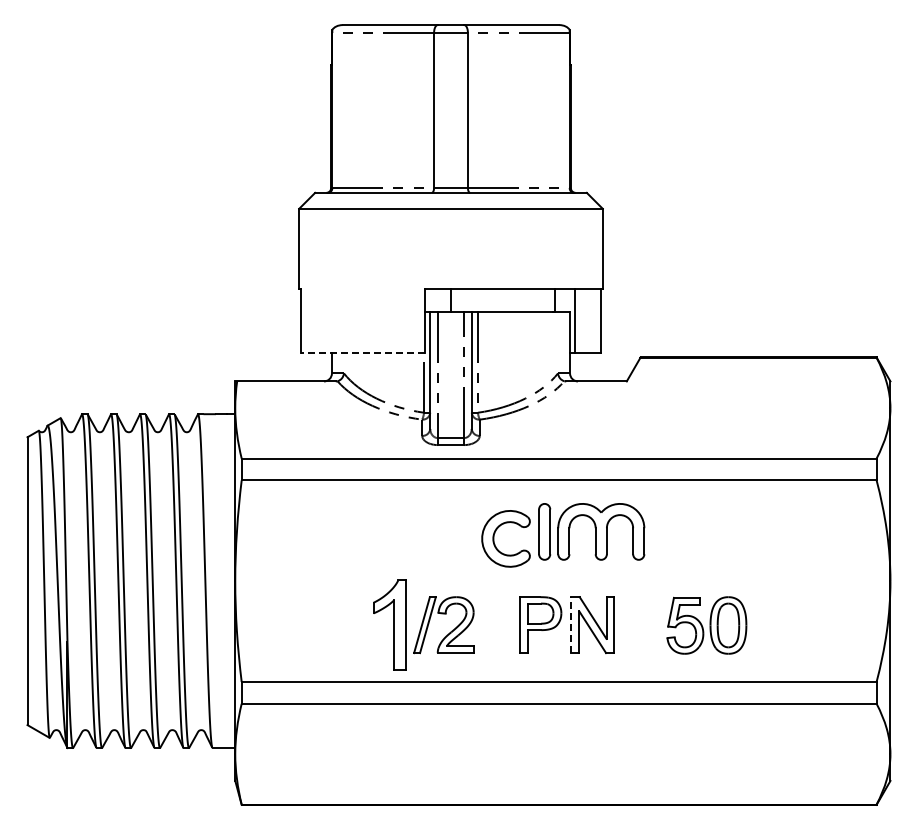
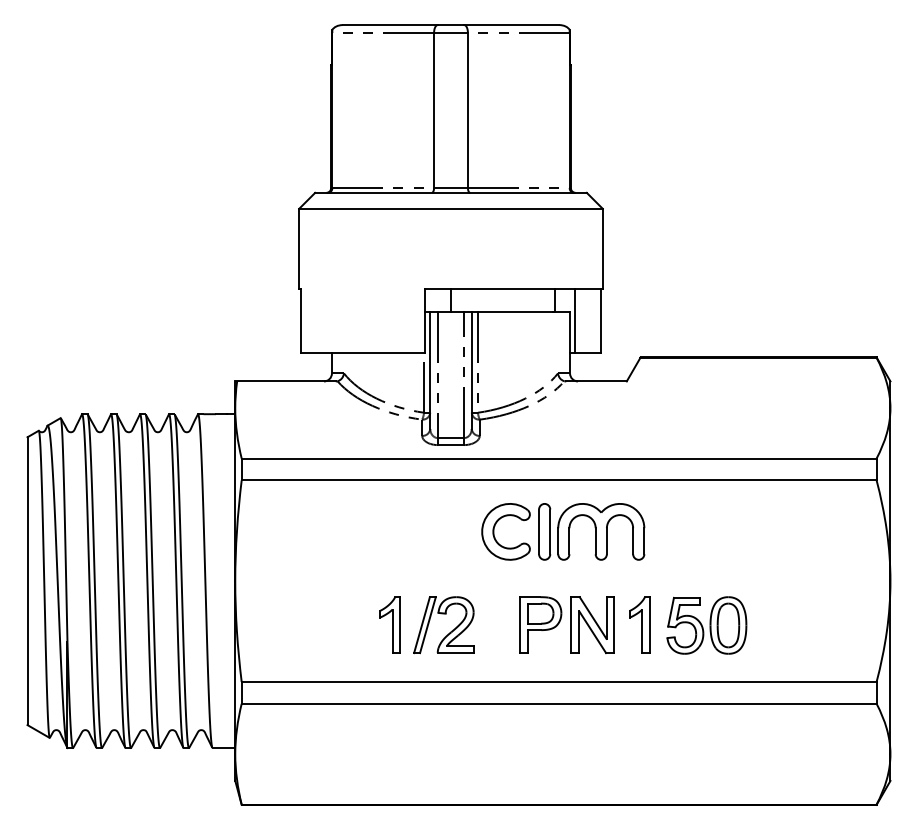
line at (362, 352): dashed -> solid
part at (494, 538) position: (494, 538) -> (494, 531)
part at (389, 624) size: 34x92 px -> 22x58 px
part at (639, 624): none -> present
line at (571, 625): dashed -> solid
